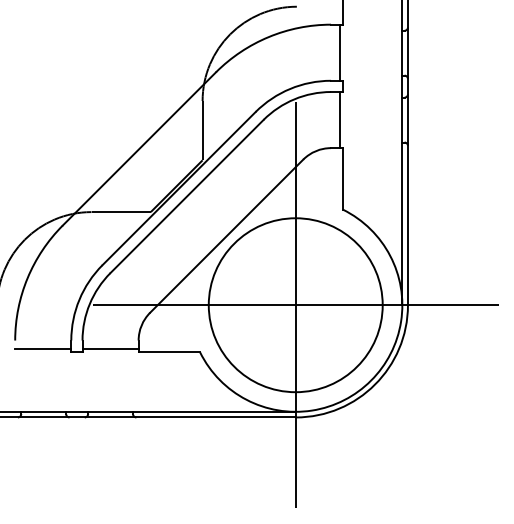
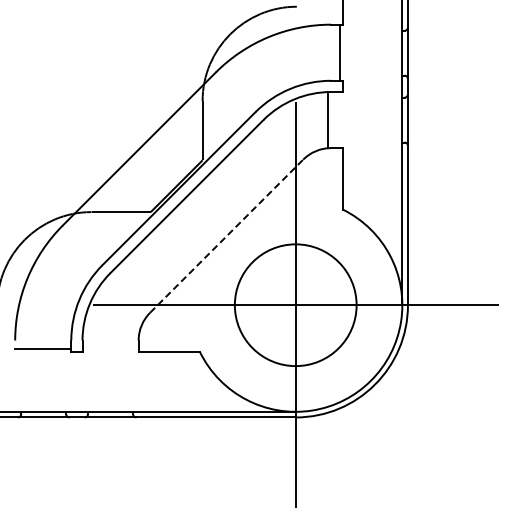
line at (339, 120) position: (339, 120) -> (327, 120)
line at (227, 235): solid -> dashed
circle at (295, 305) diameter: 174 px -> 122 px
line at (110, 349): present -> none
